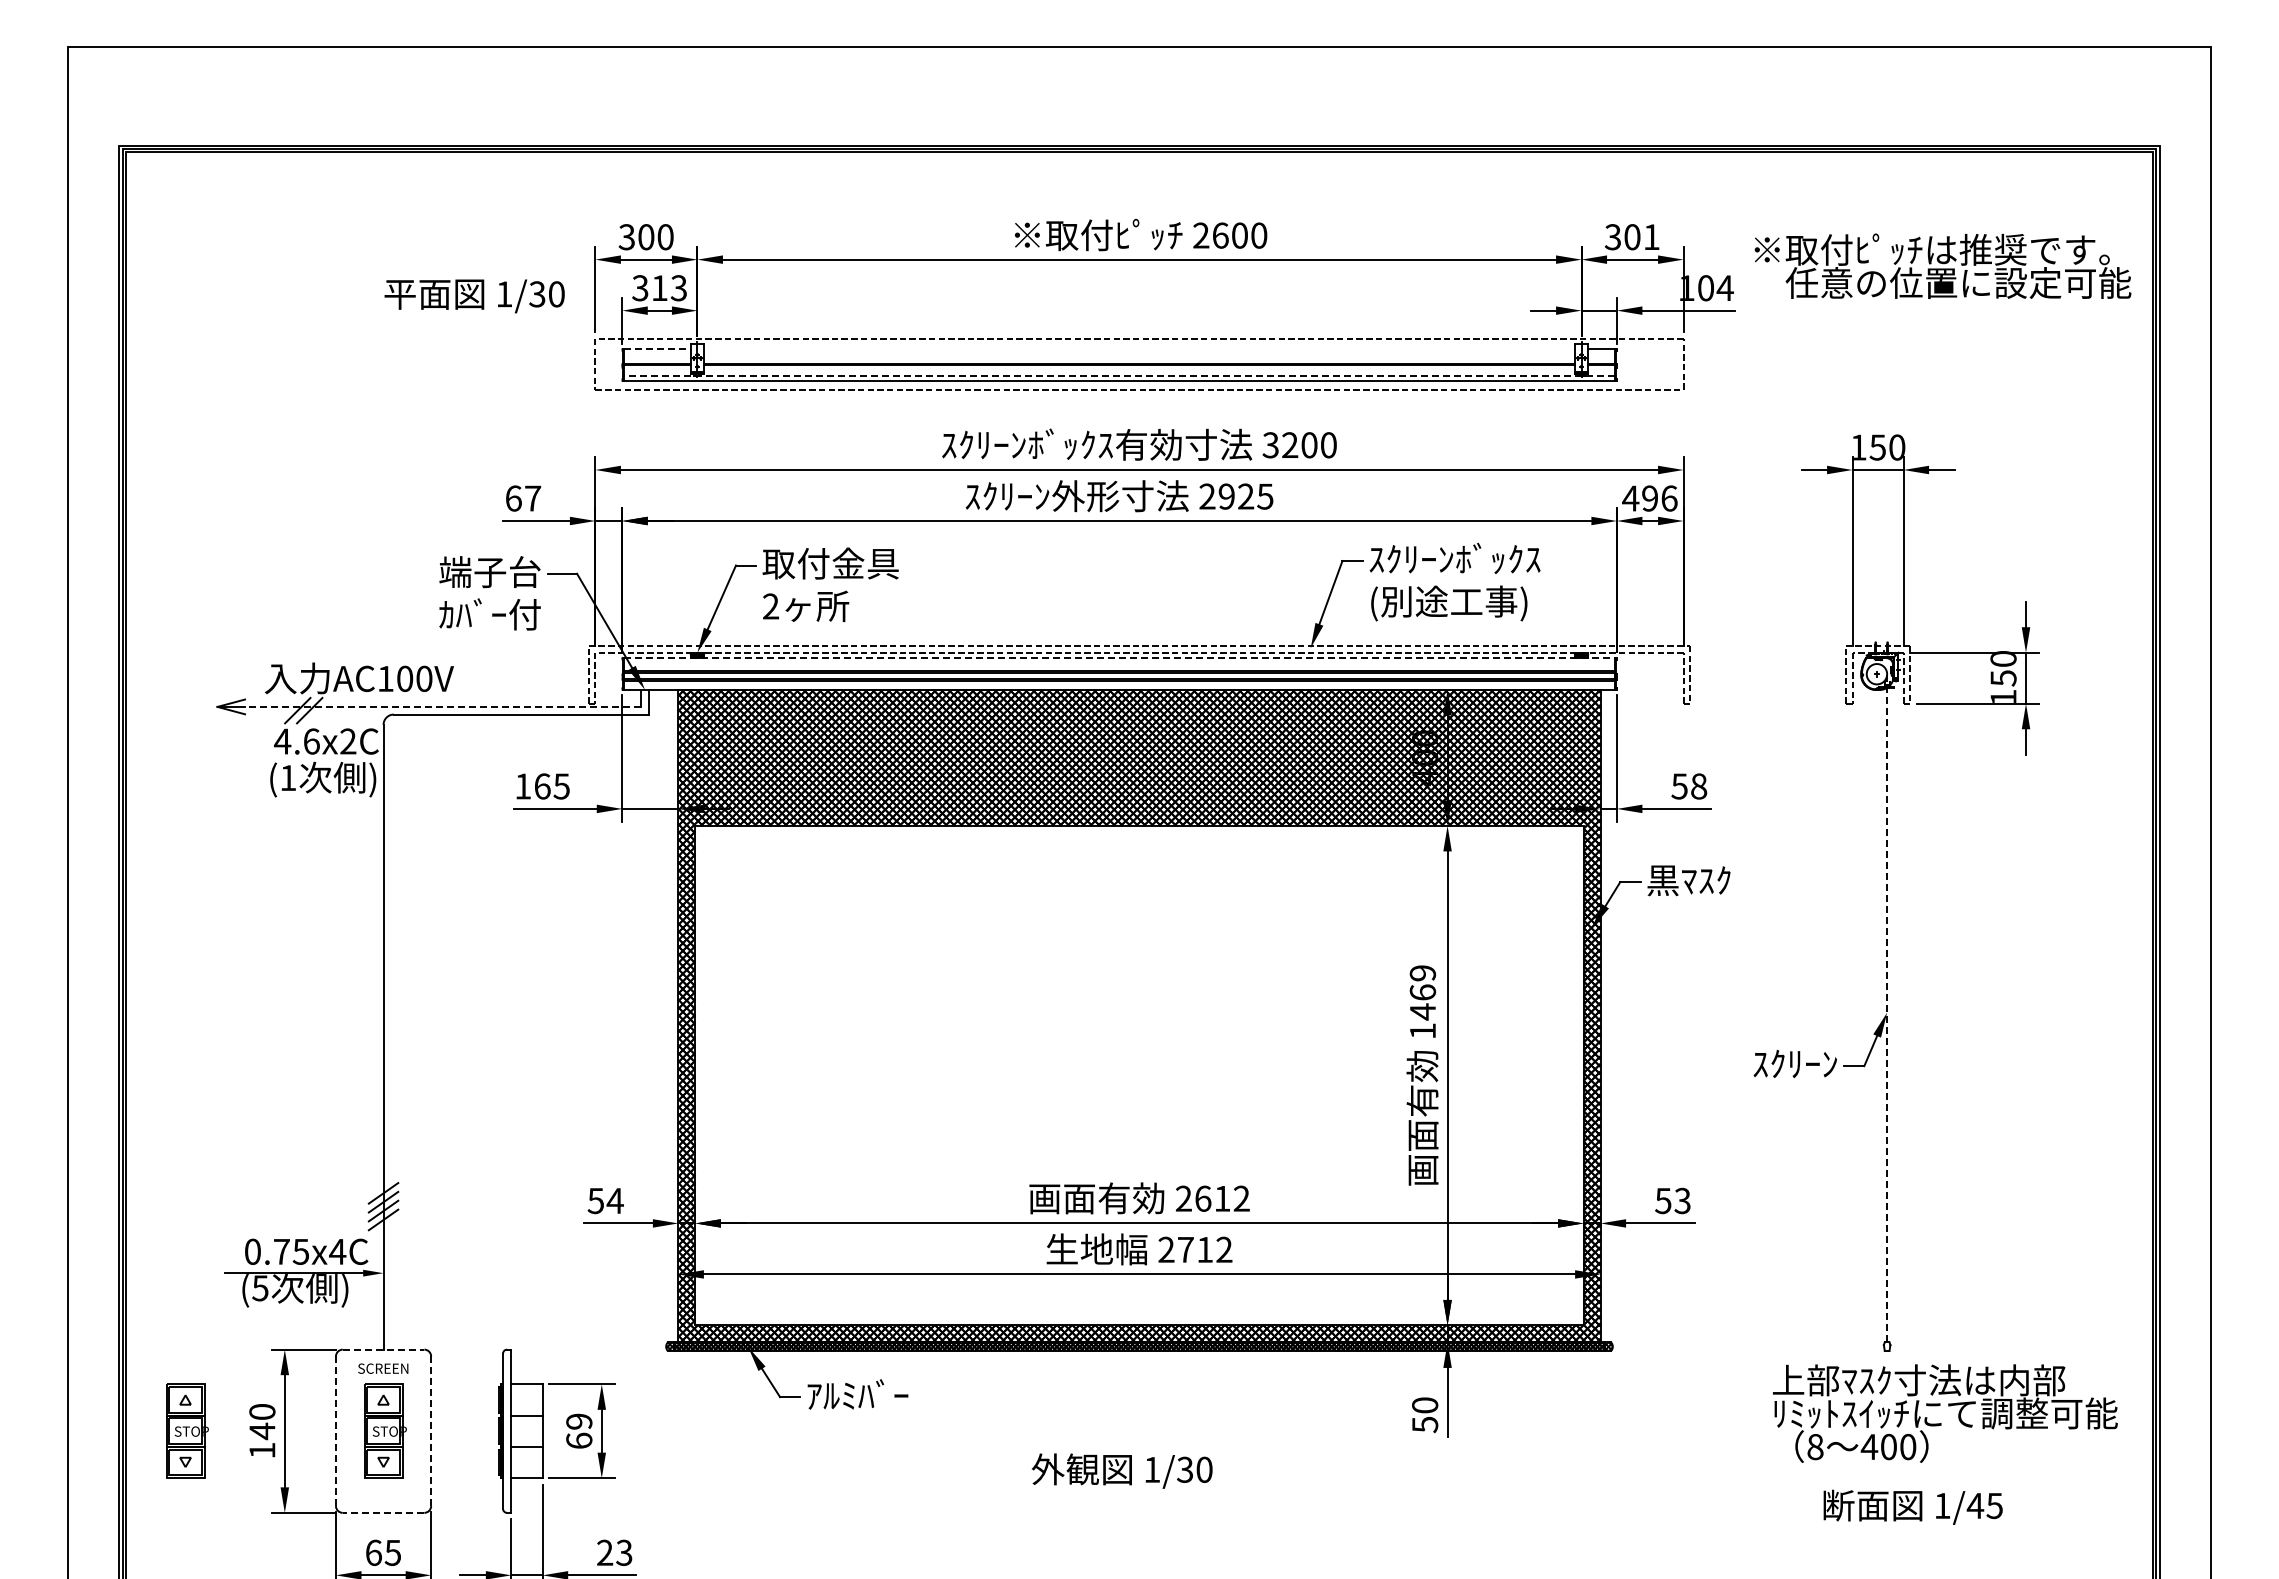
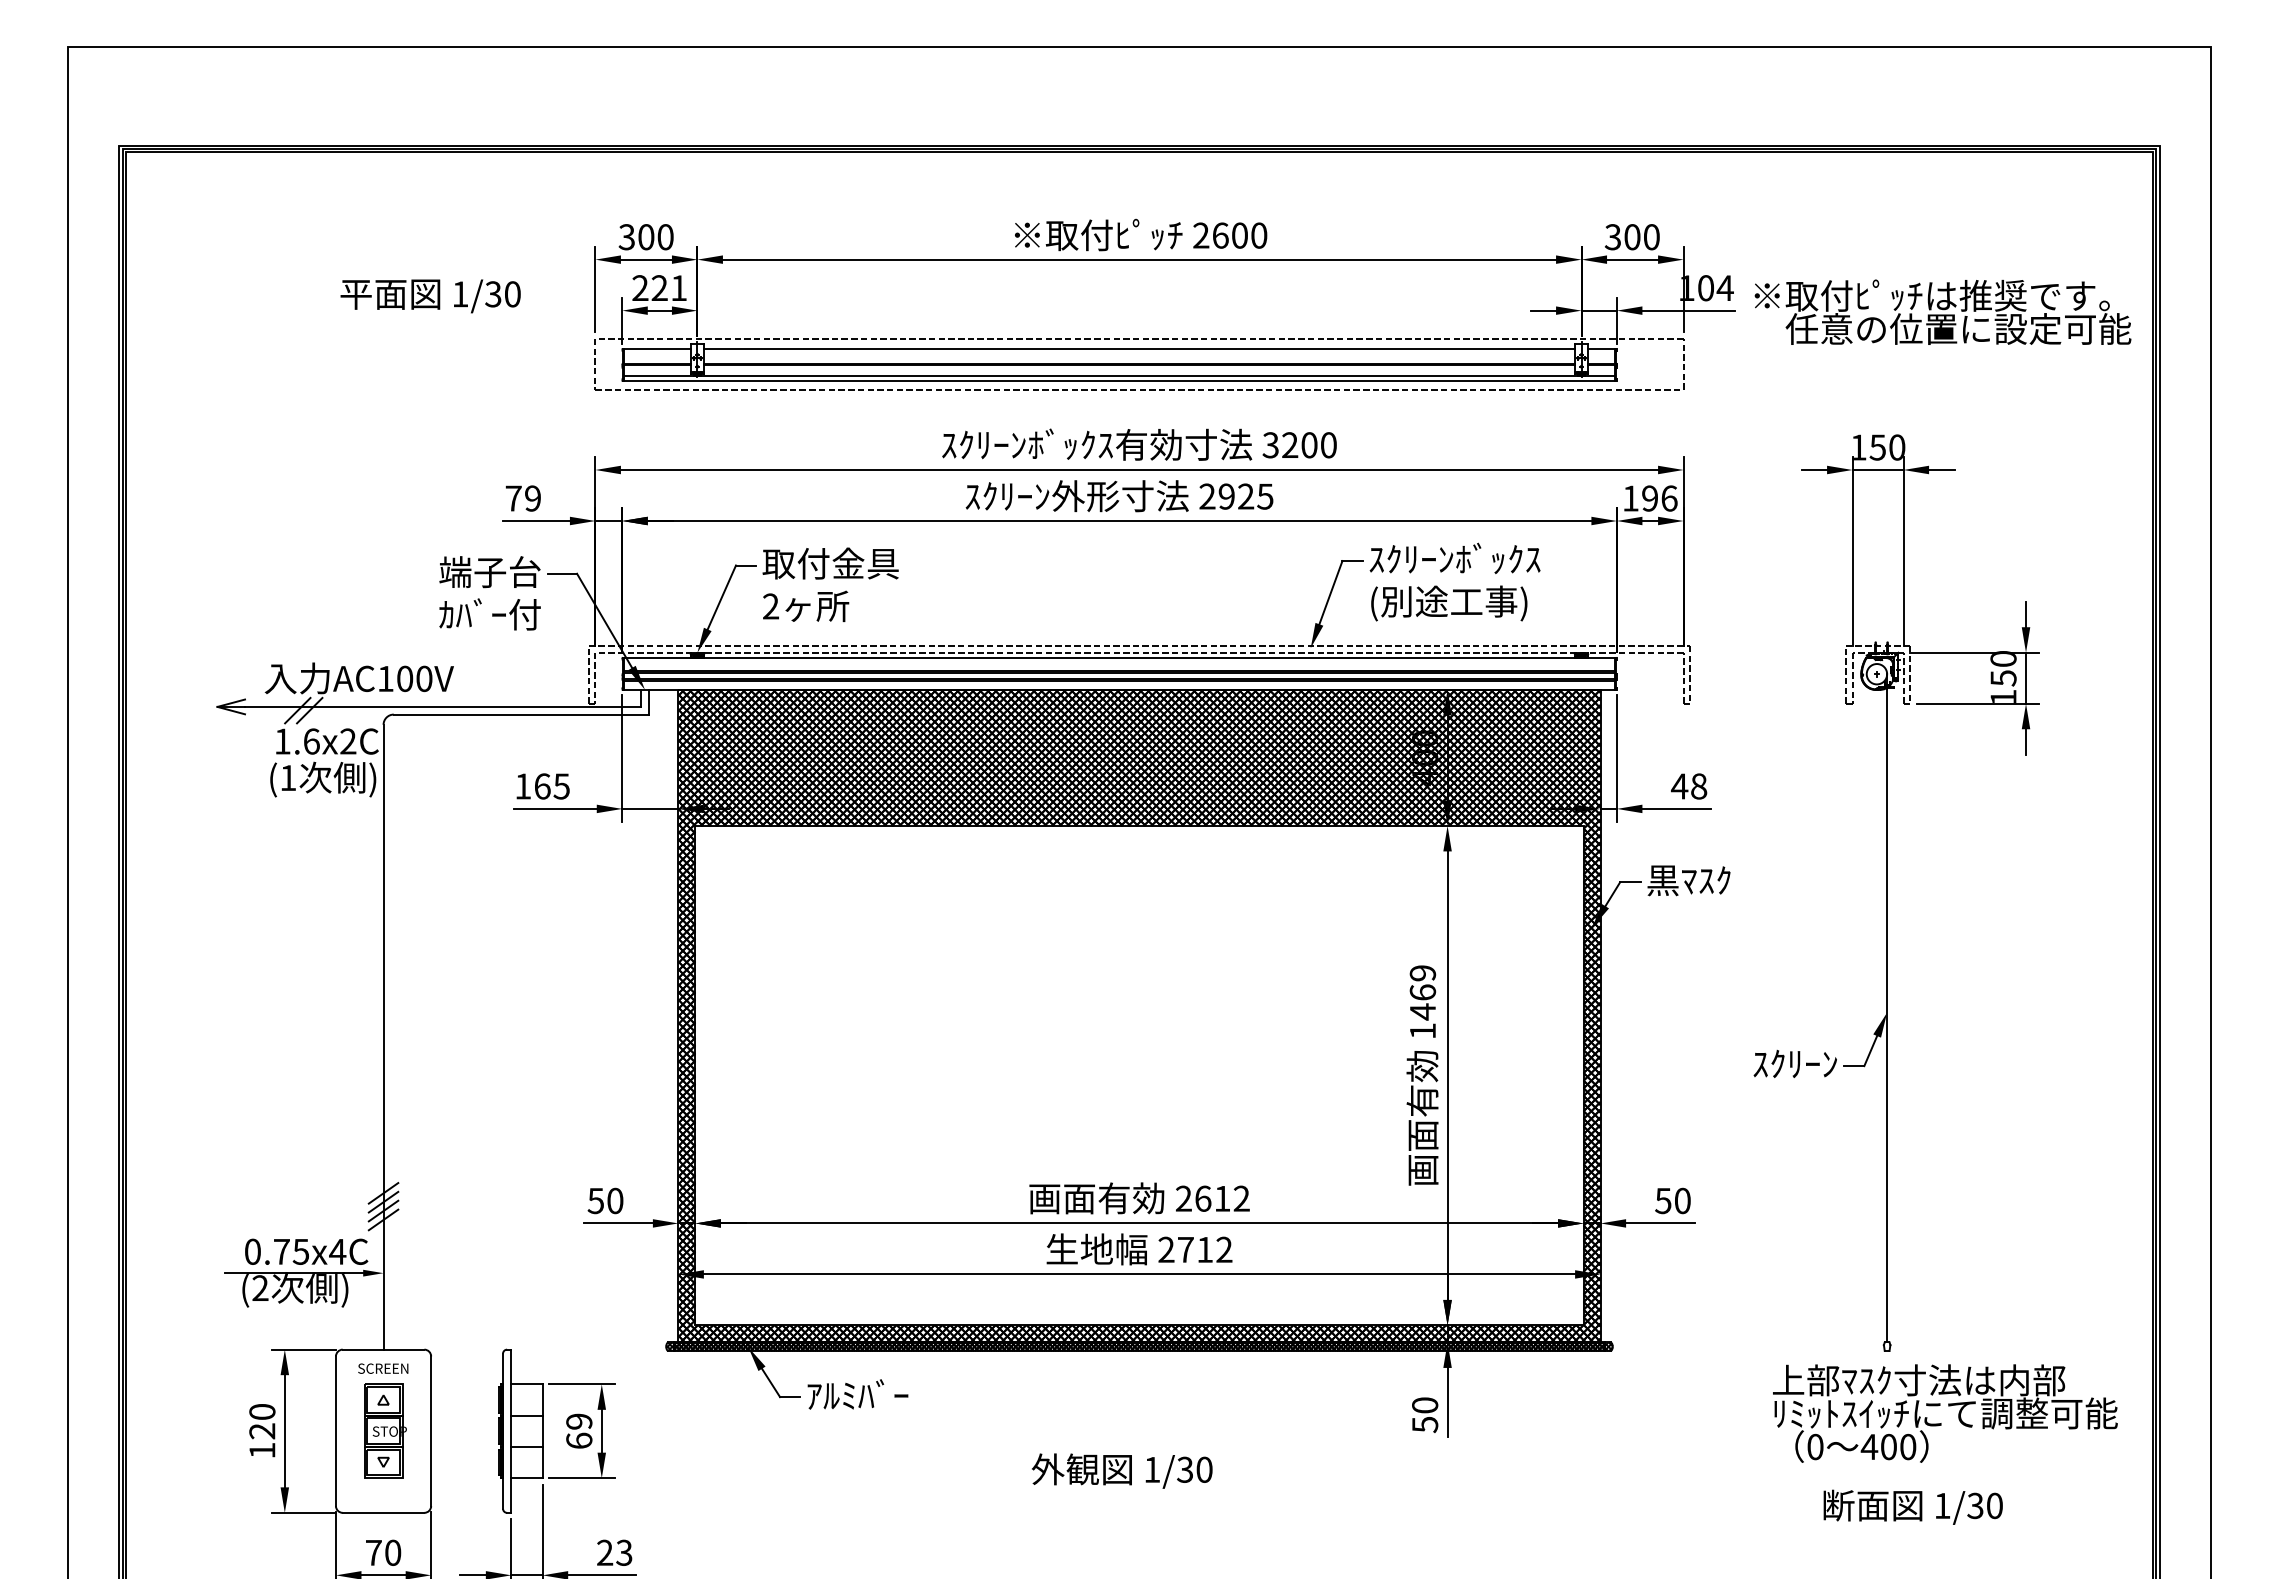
text at (1651, 237): 301 -> 300
text at (1942, 265) position: (1942, 265) -> (1942, 311)
text at (659, 288): 313 -> 221
text at (474, 296) position: (474, 296) -> (430, 296)
line at (657, 348): dashed -> solid
line at (1139, 348): none -> present
line at (1119, 376): dashed -> solid
text at (523, 498): 67 -> 79
text at (1630, 498): 496 -> 196
line at (1119, 657): dashed -> solid
line at (442, 706): dashed -> solid
text at (282, 741): 4.6x2C -> 1.6x2C
text at (1679, 786): 58 -> 48
line at (1887, 1007): dashed -> solid
text at (614, 1200): 54 -> 50
text at (1682, 1200): 53 -> 50
text at (260, 1288): (5 -> (2
line at (383, 1349): dashed -> solid
part at (187, 1430): present -> none
text at (262, 1431): 140 -> 120
line at (335, 1431): dashed -> solid
line at (431, 1431): dashed -> solid
text at (1815, 1447): 8 -> 0
text at (1984, 1505): 1/45 -> 1/30
line at (383, 1512): dashed -> solid
text at (383, 1552): 65 -> 70
